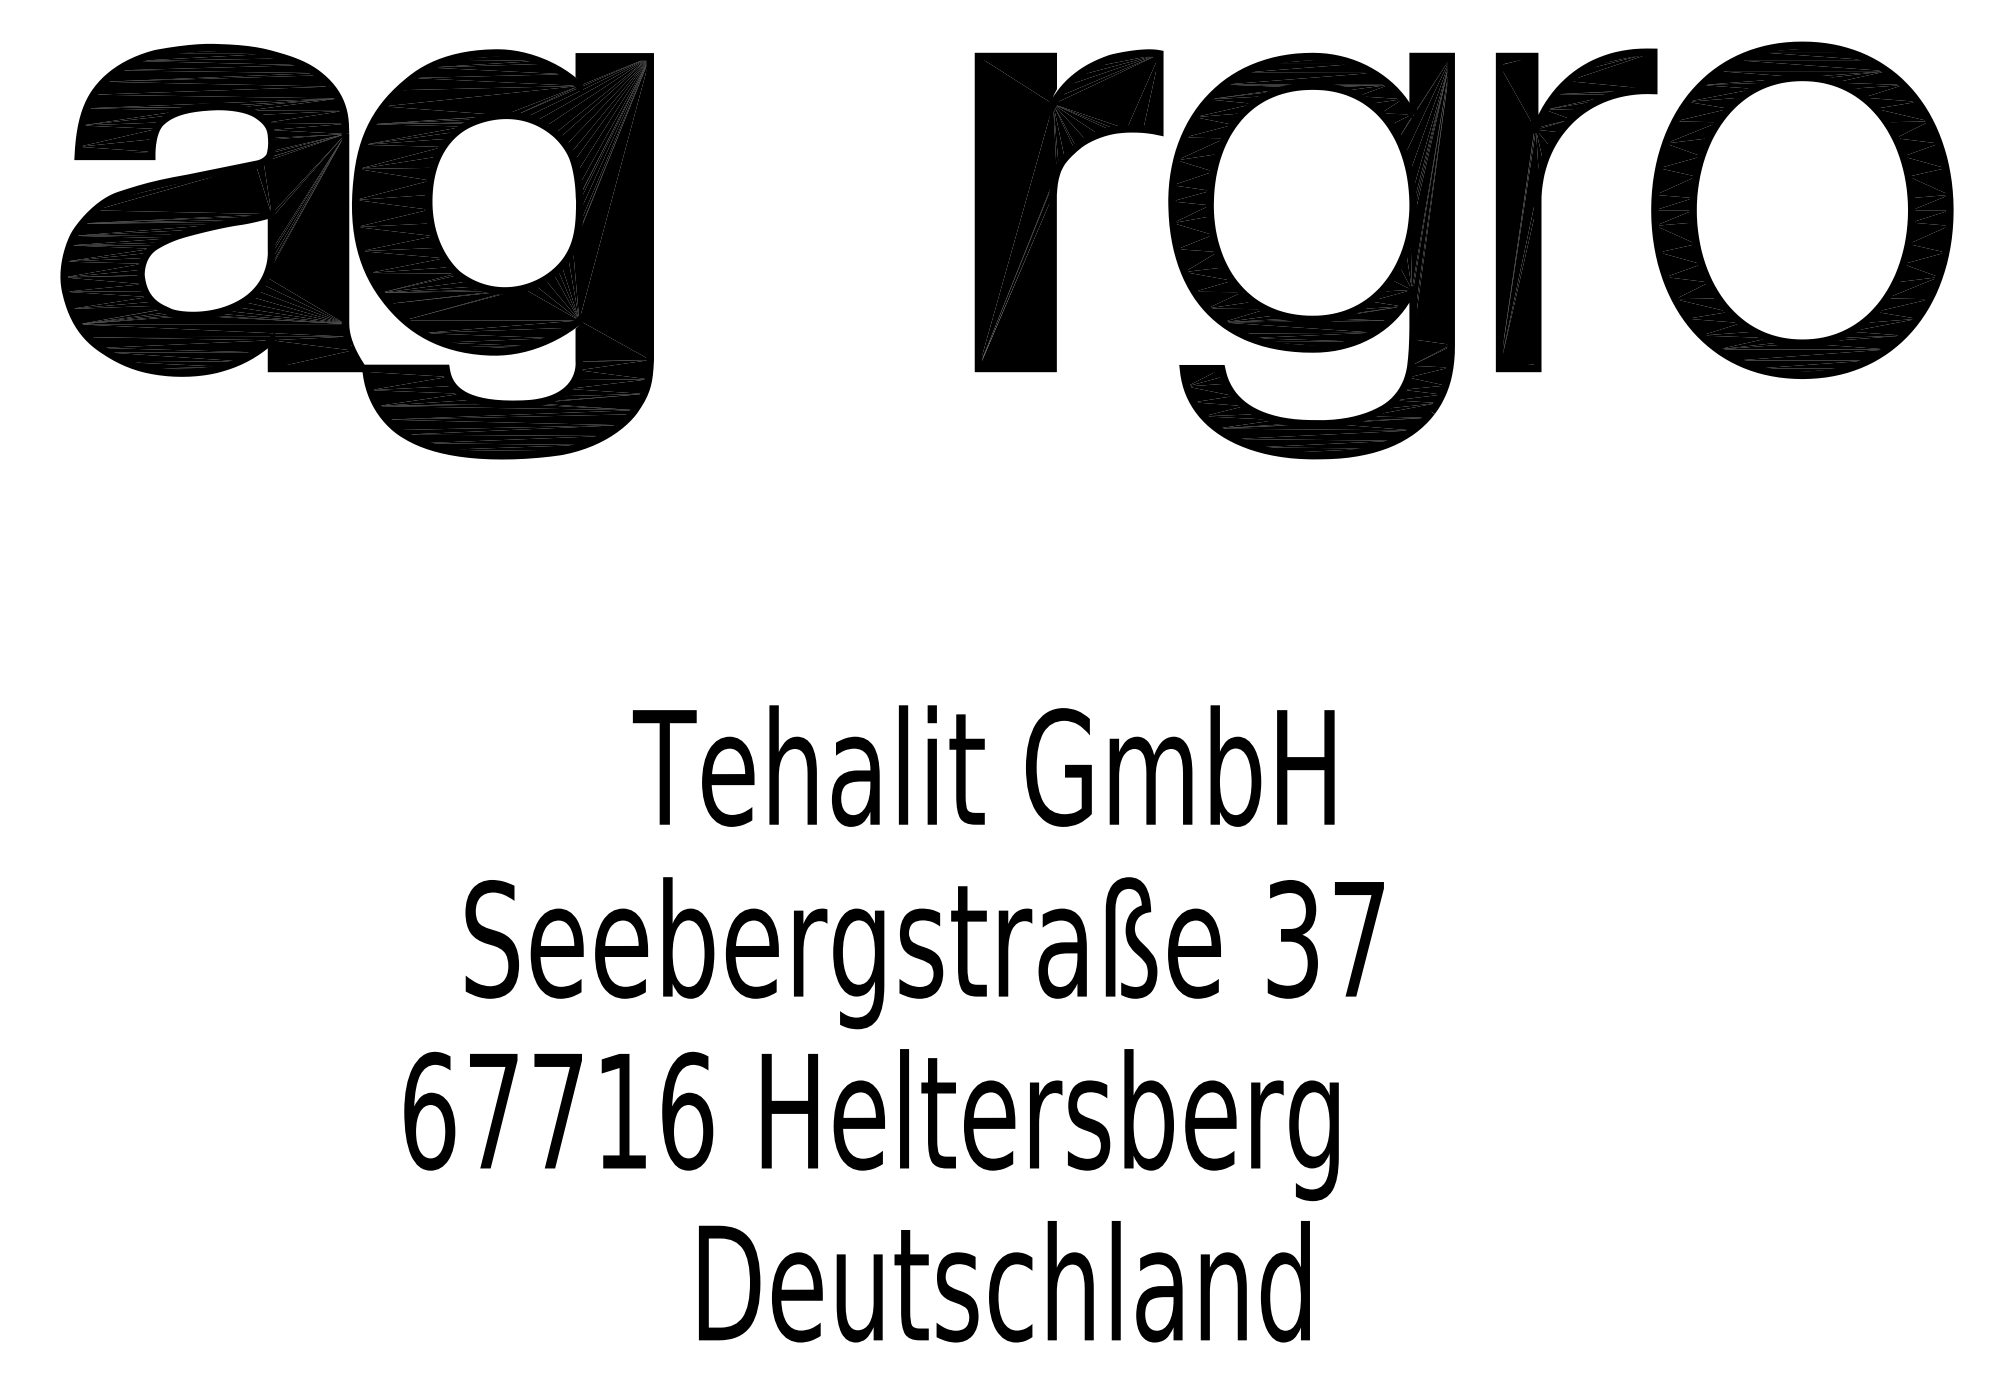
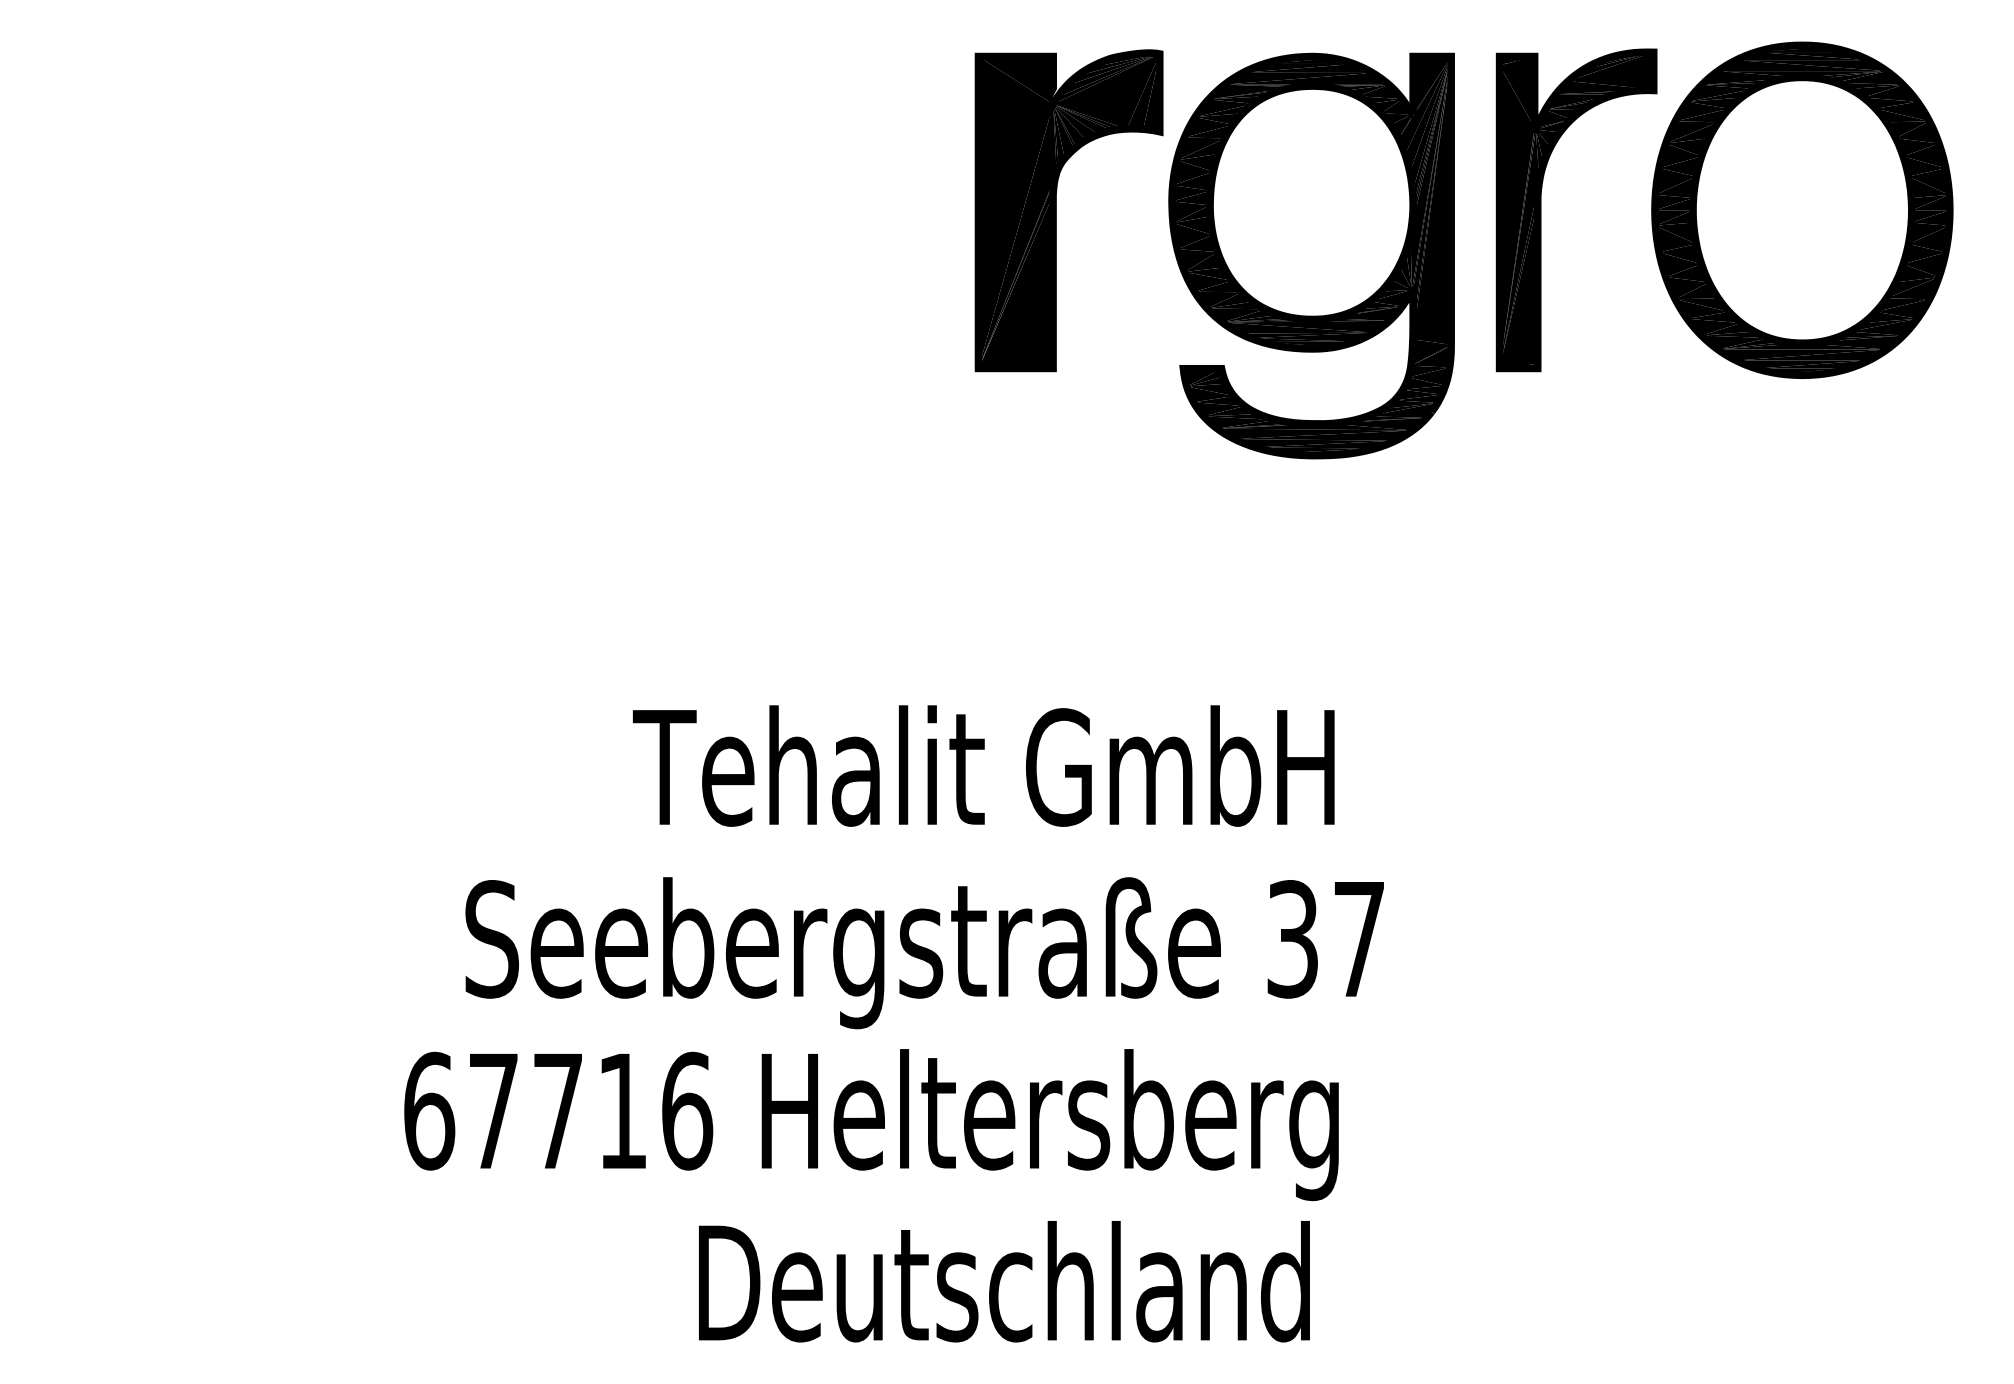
part at (356, 251): present -> none
